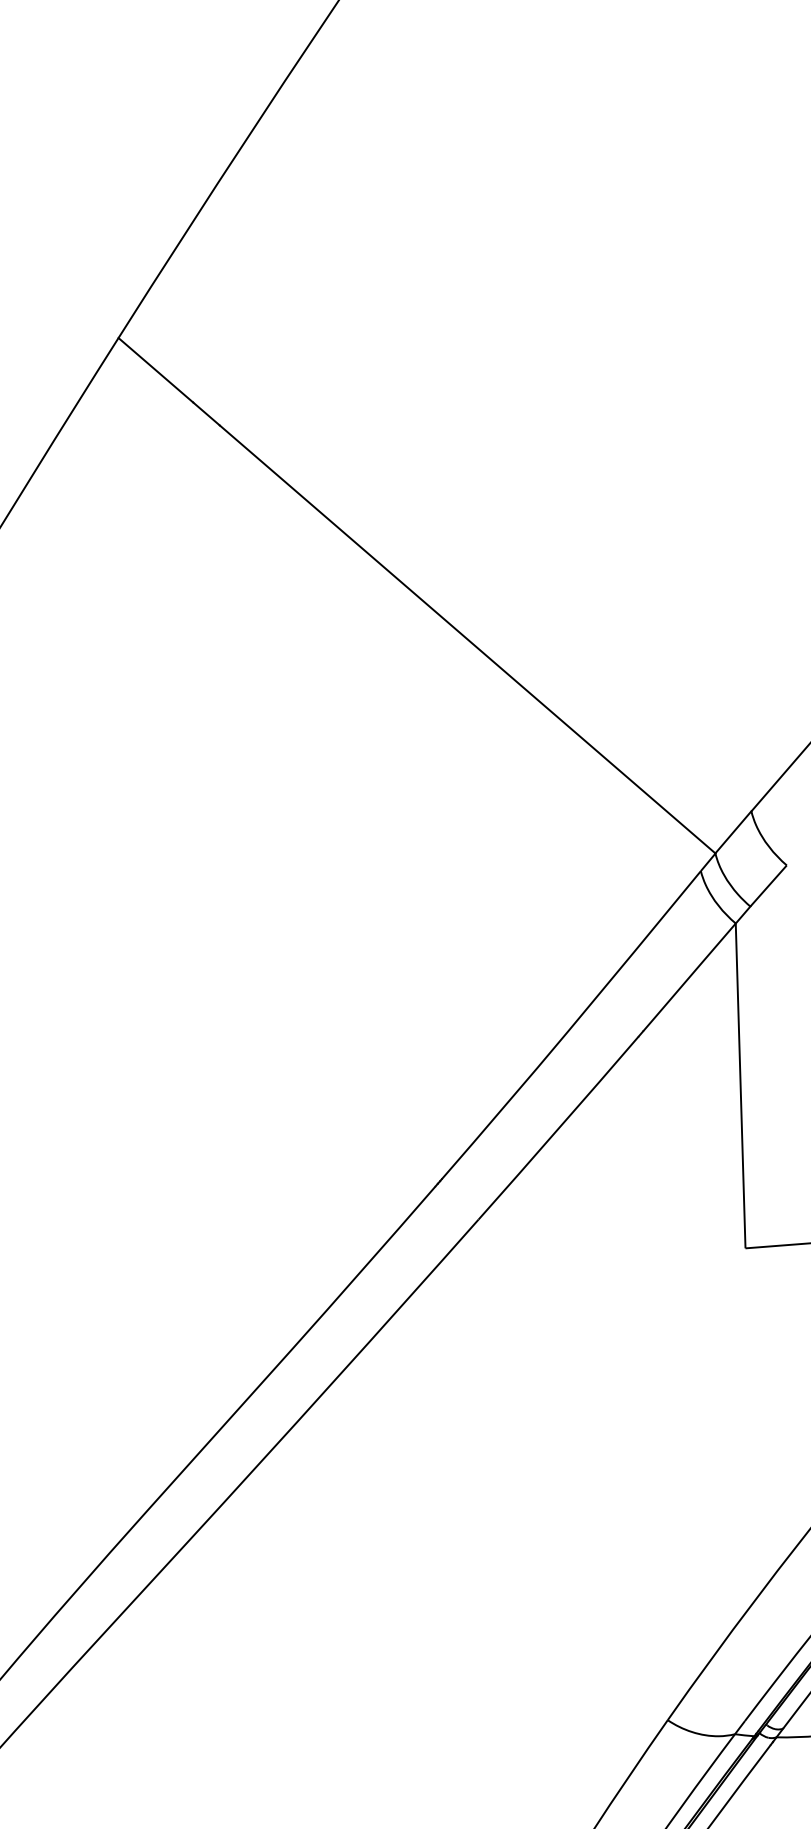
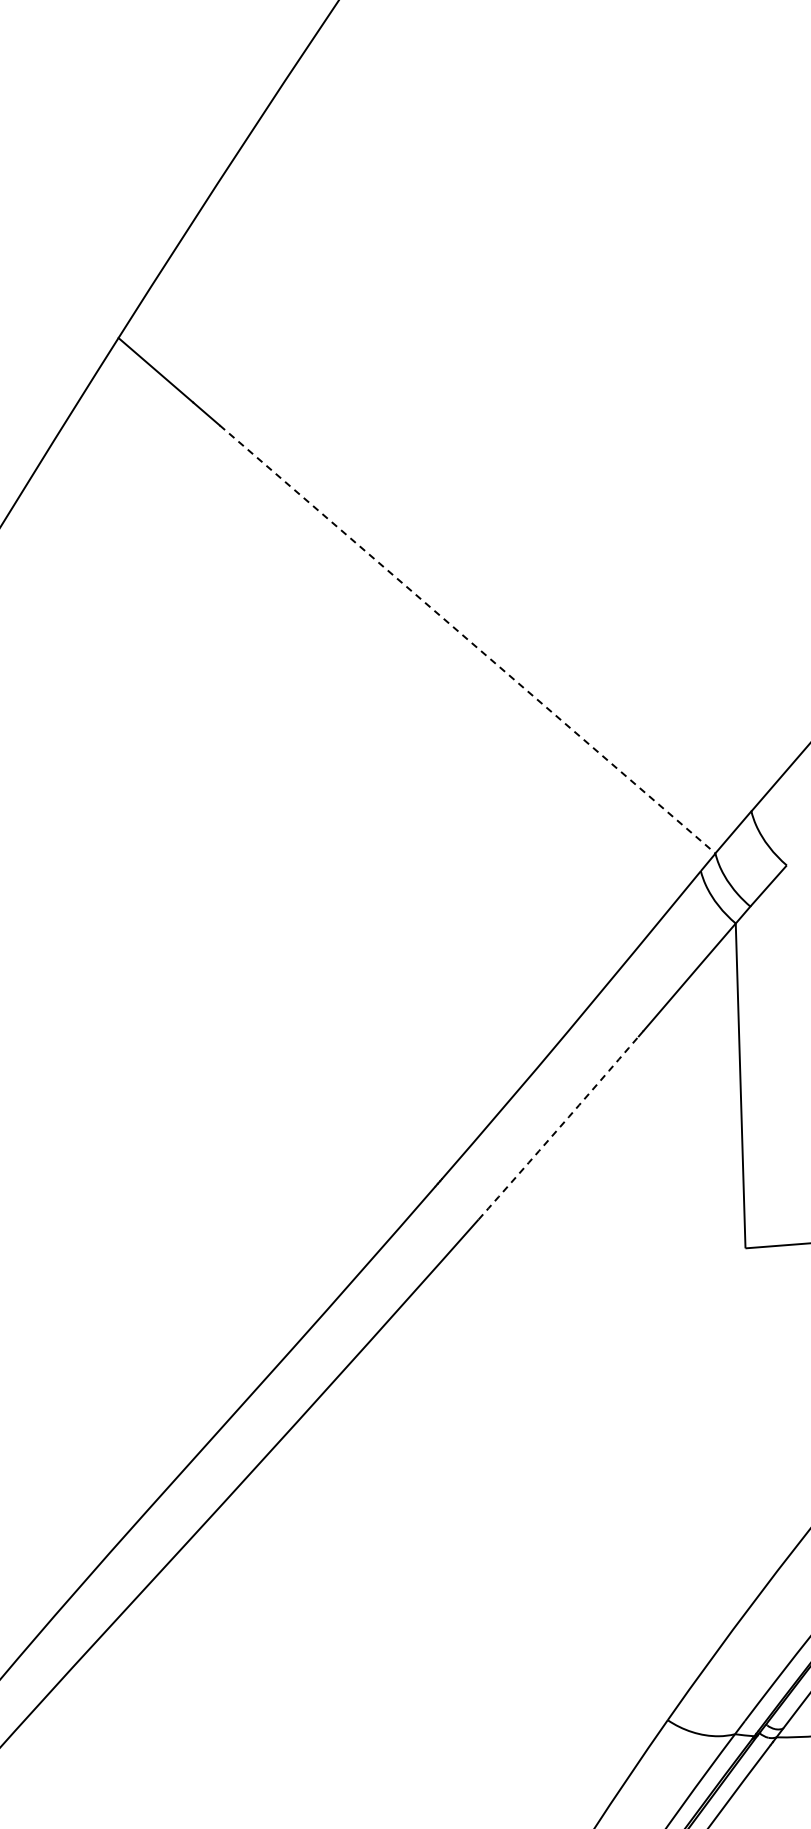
line at (468, 639): solid -> dashed
arc at (559, 1128): solid -> dashed
